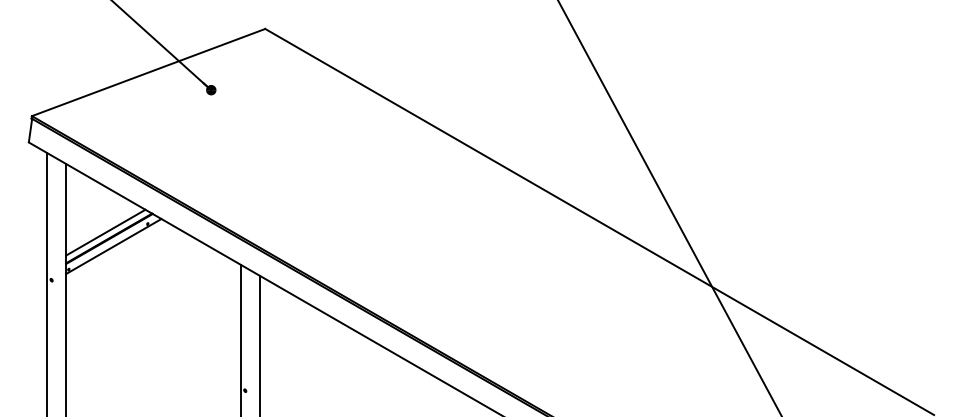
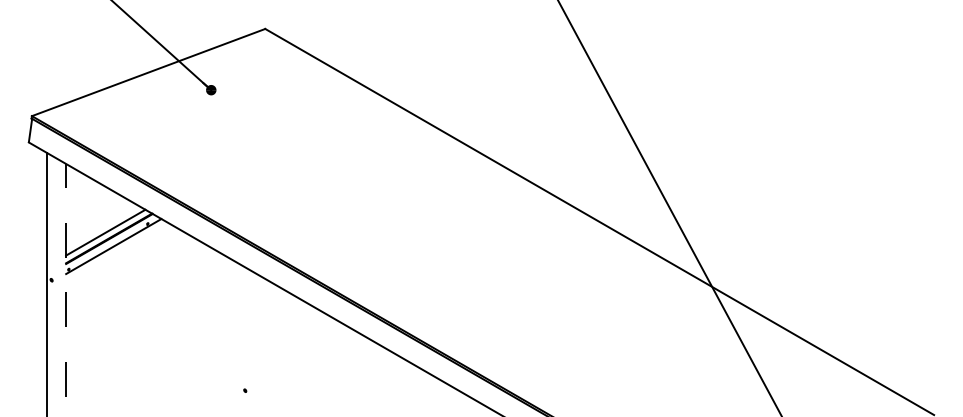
line at (66, 289): solid -> dashed
line at (240, 338): present -> none
line at (259, 344): present -> none
